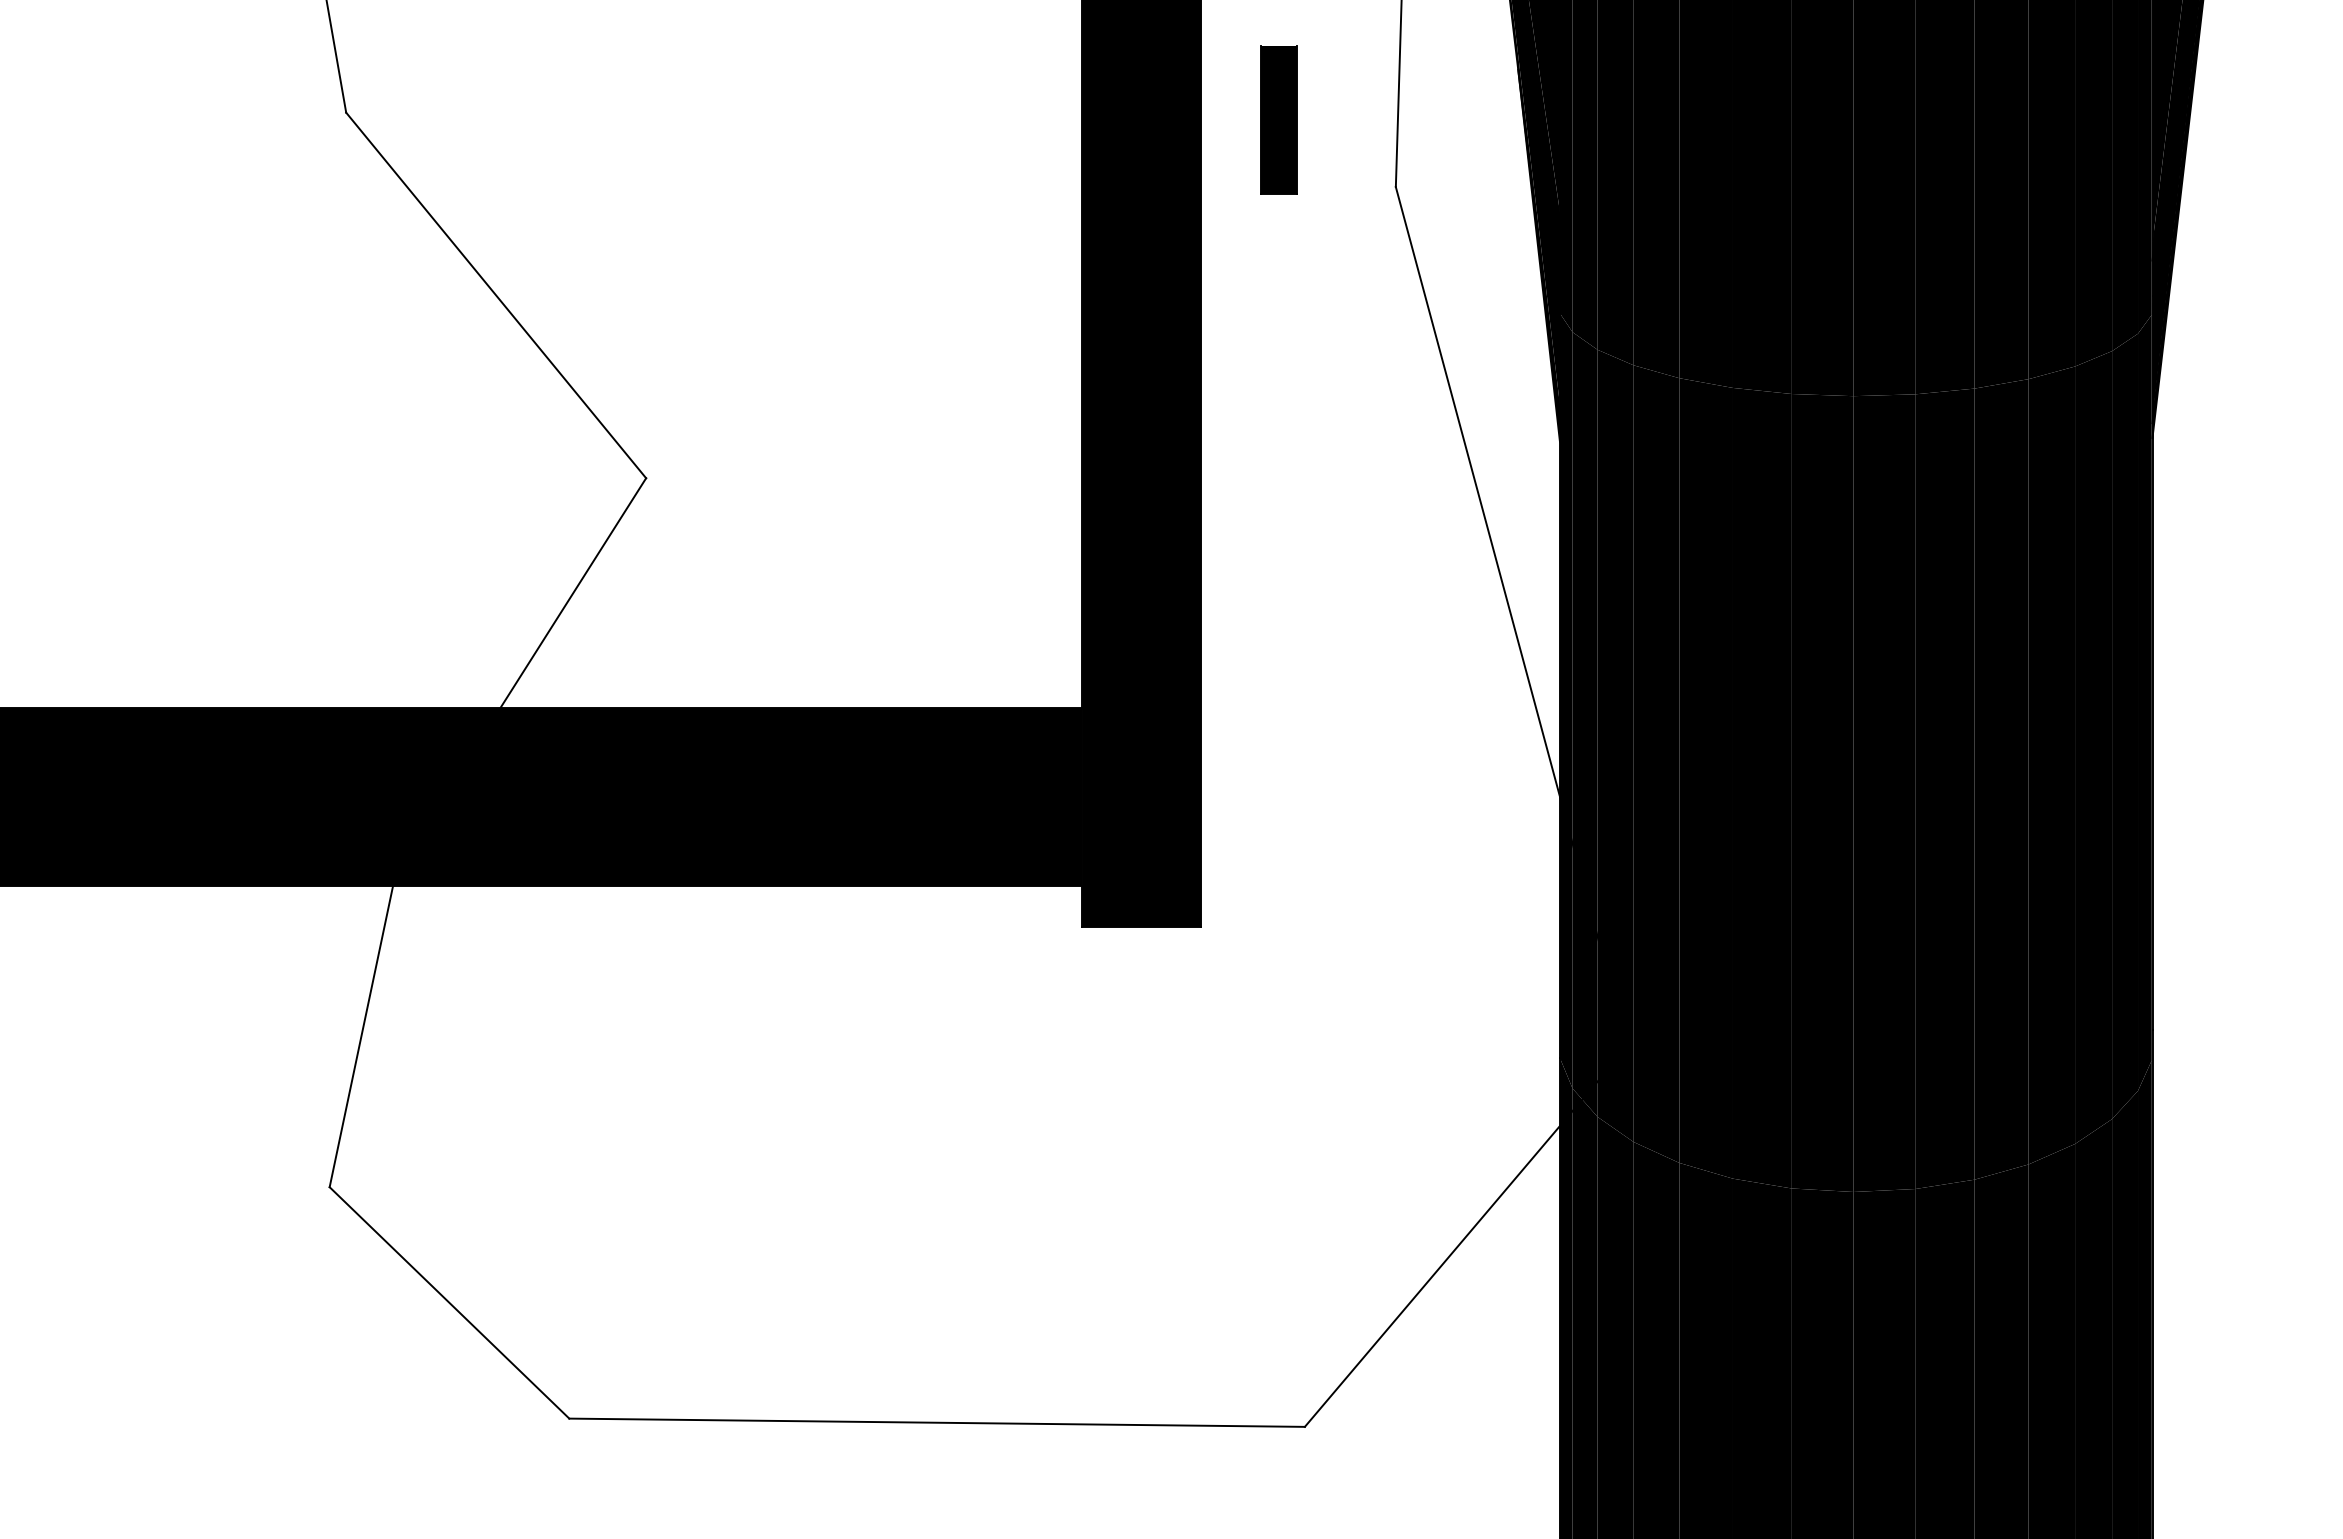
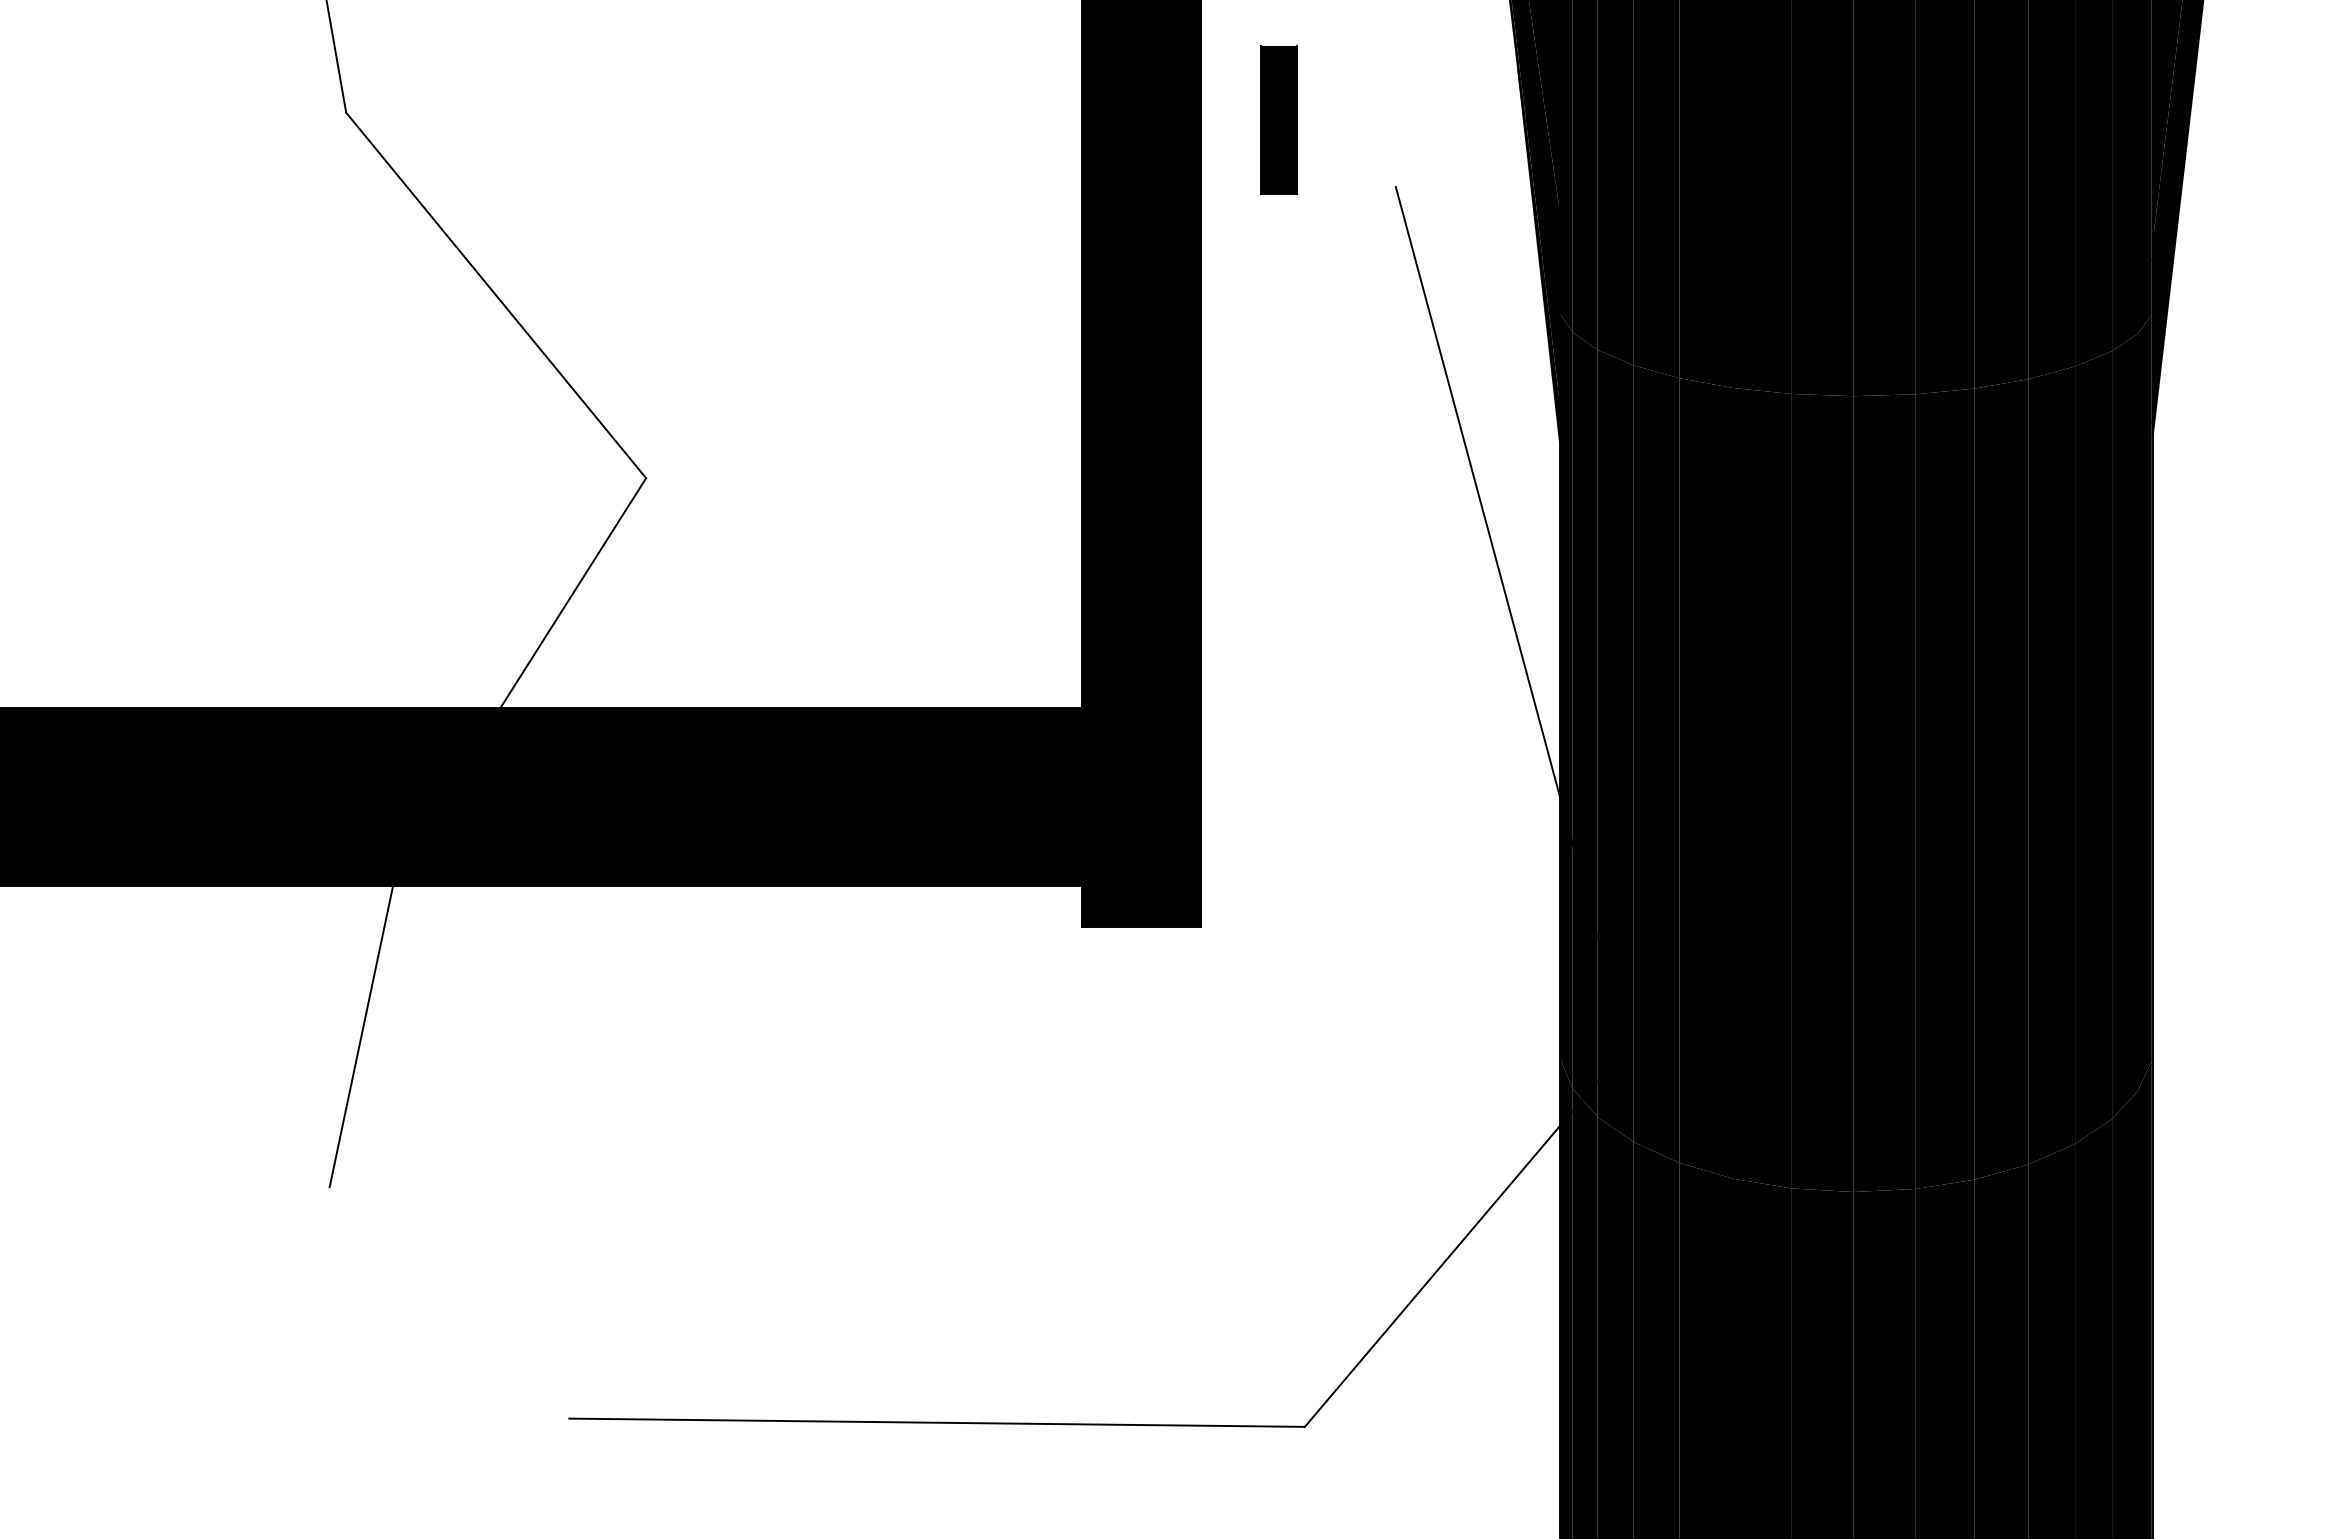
line at (1398, 94): present -> none
line at (449, 1302): present -> none
